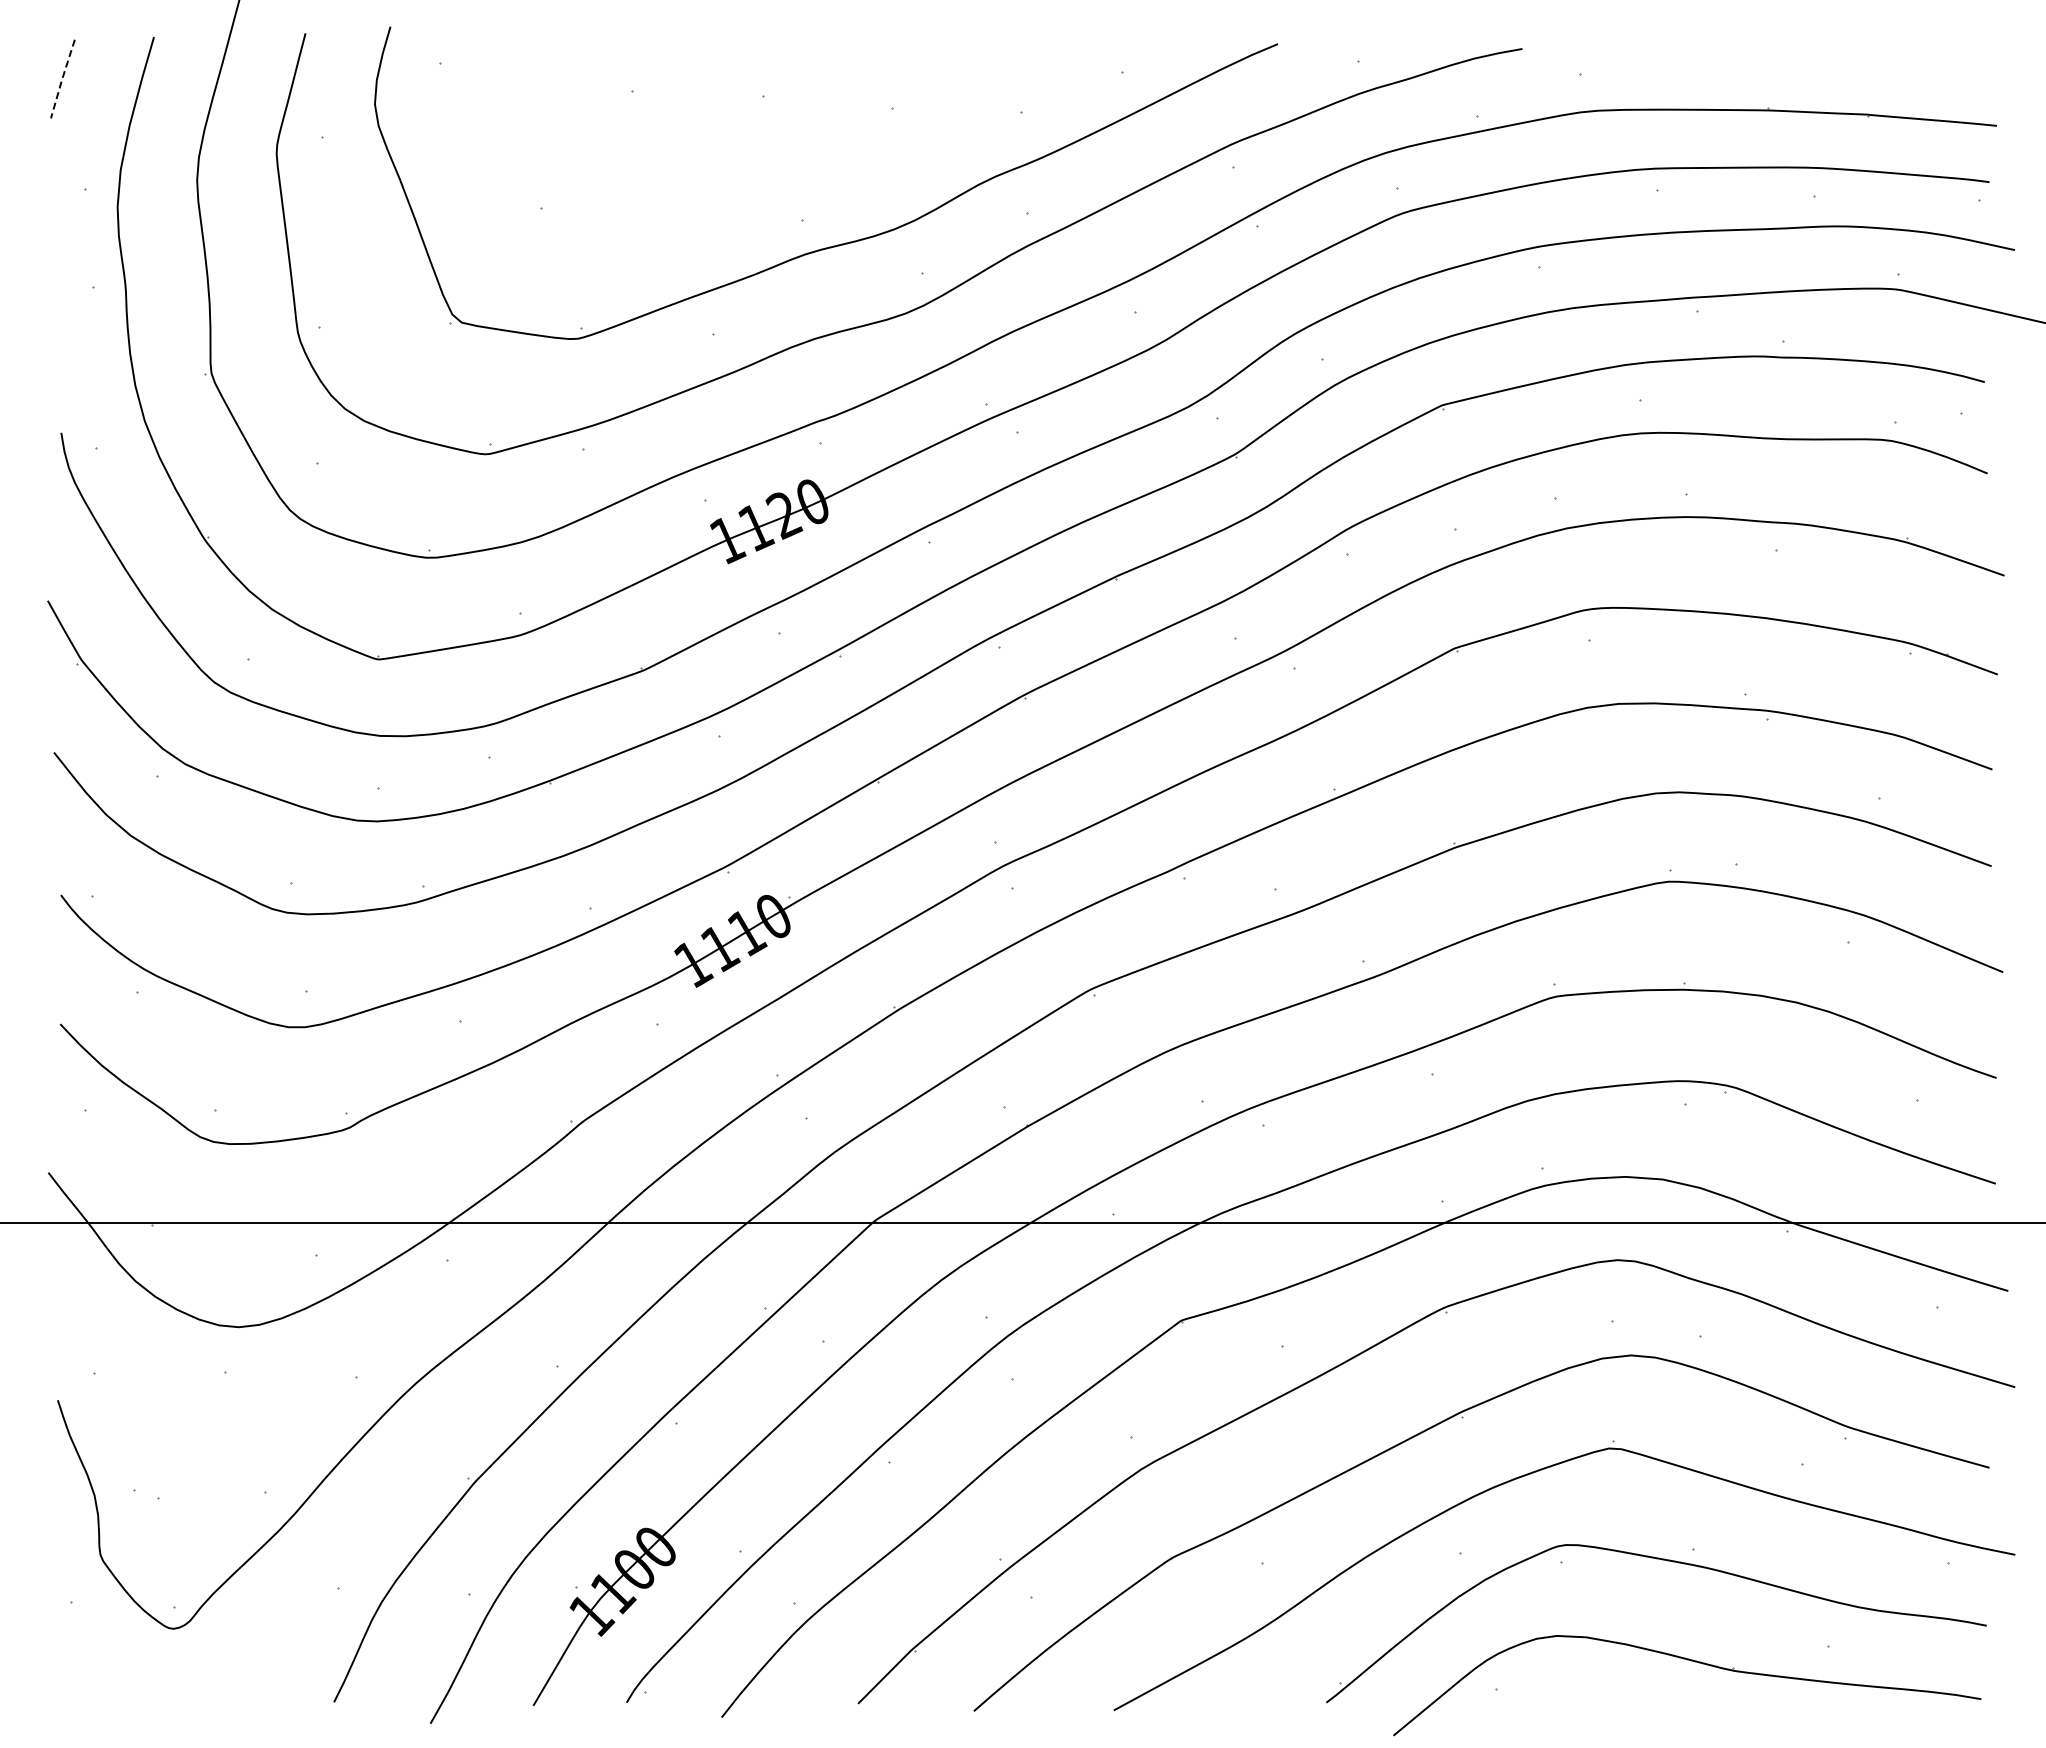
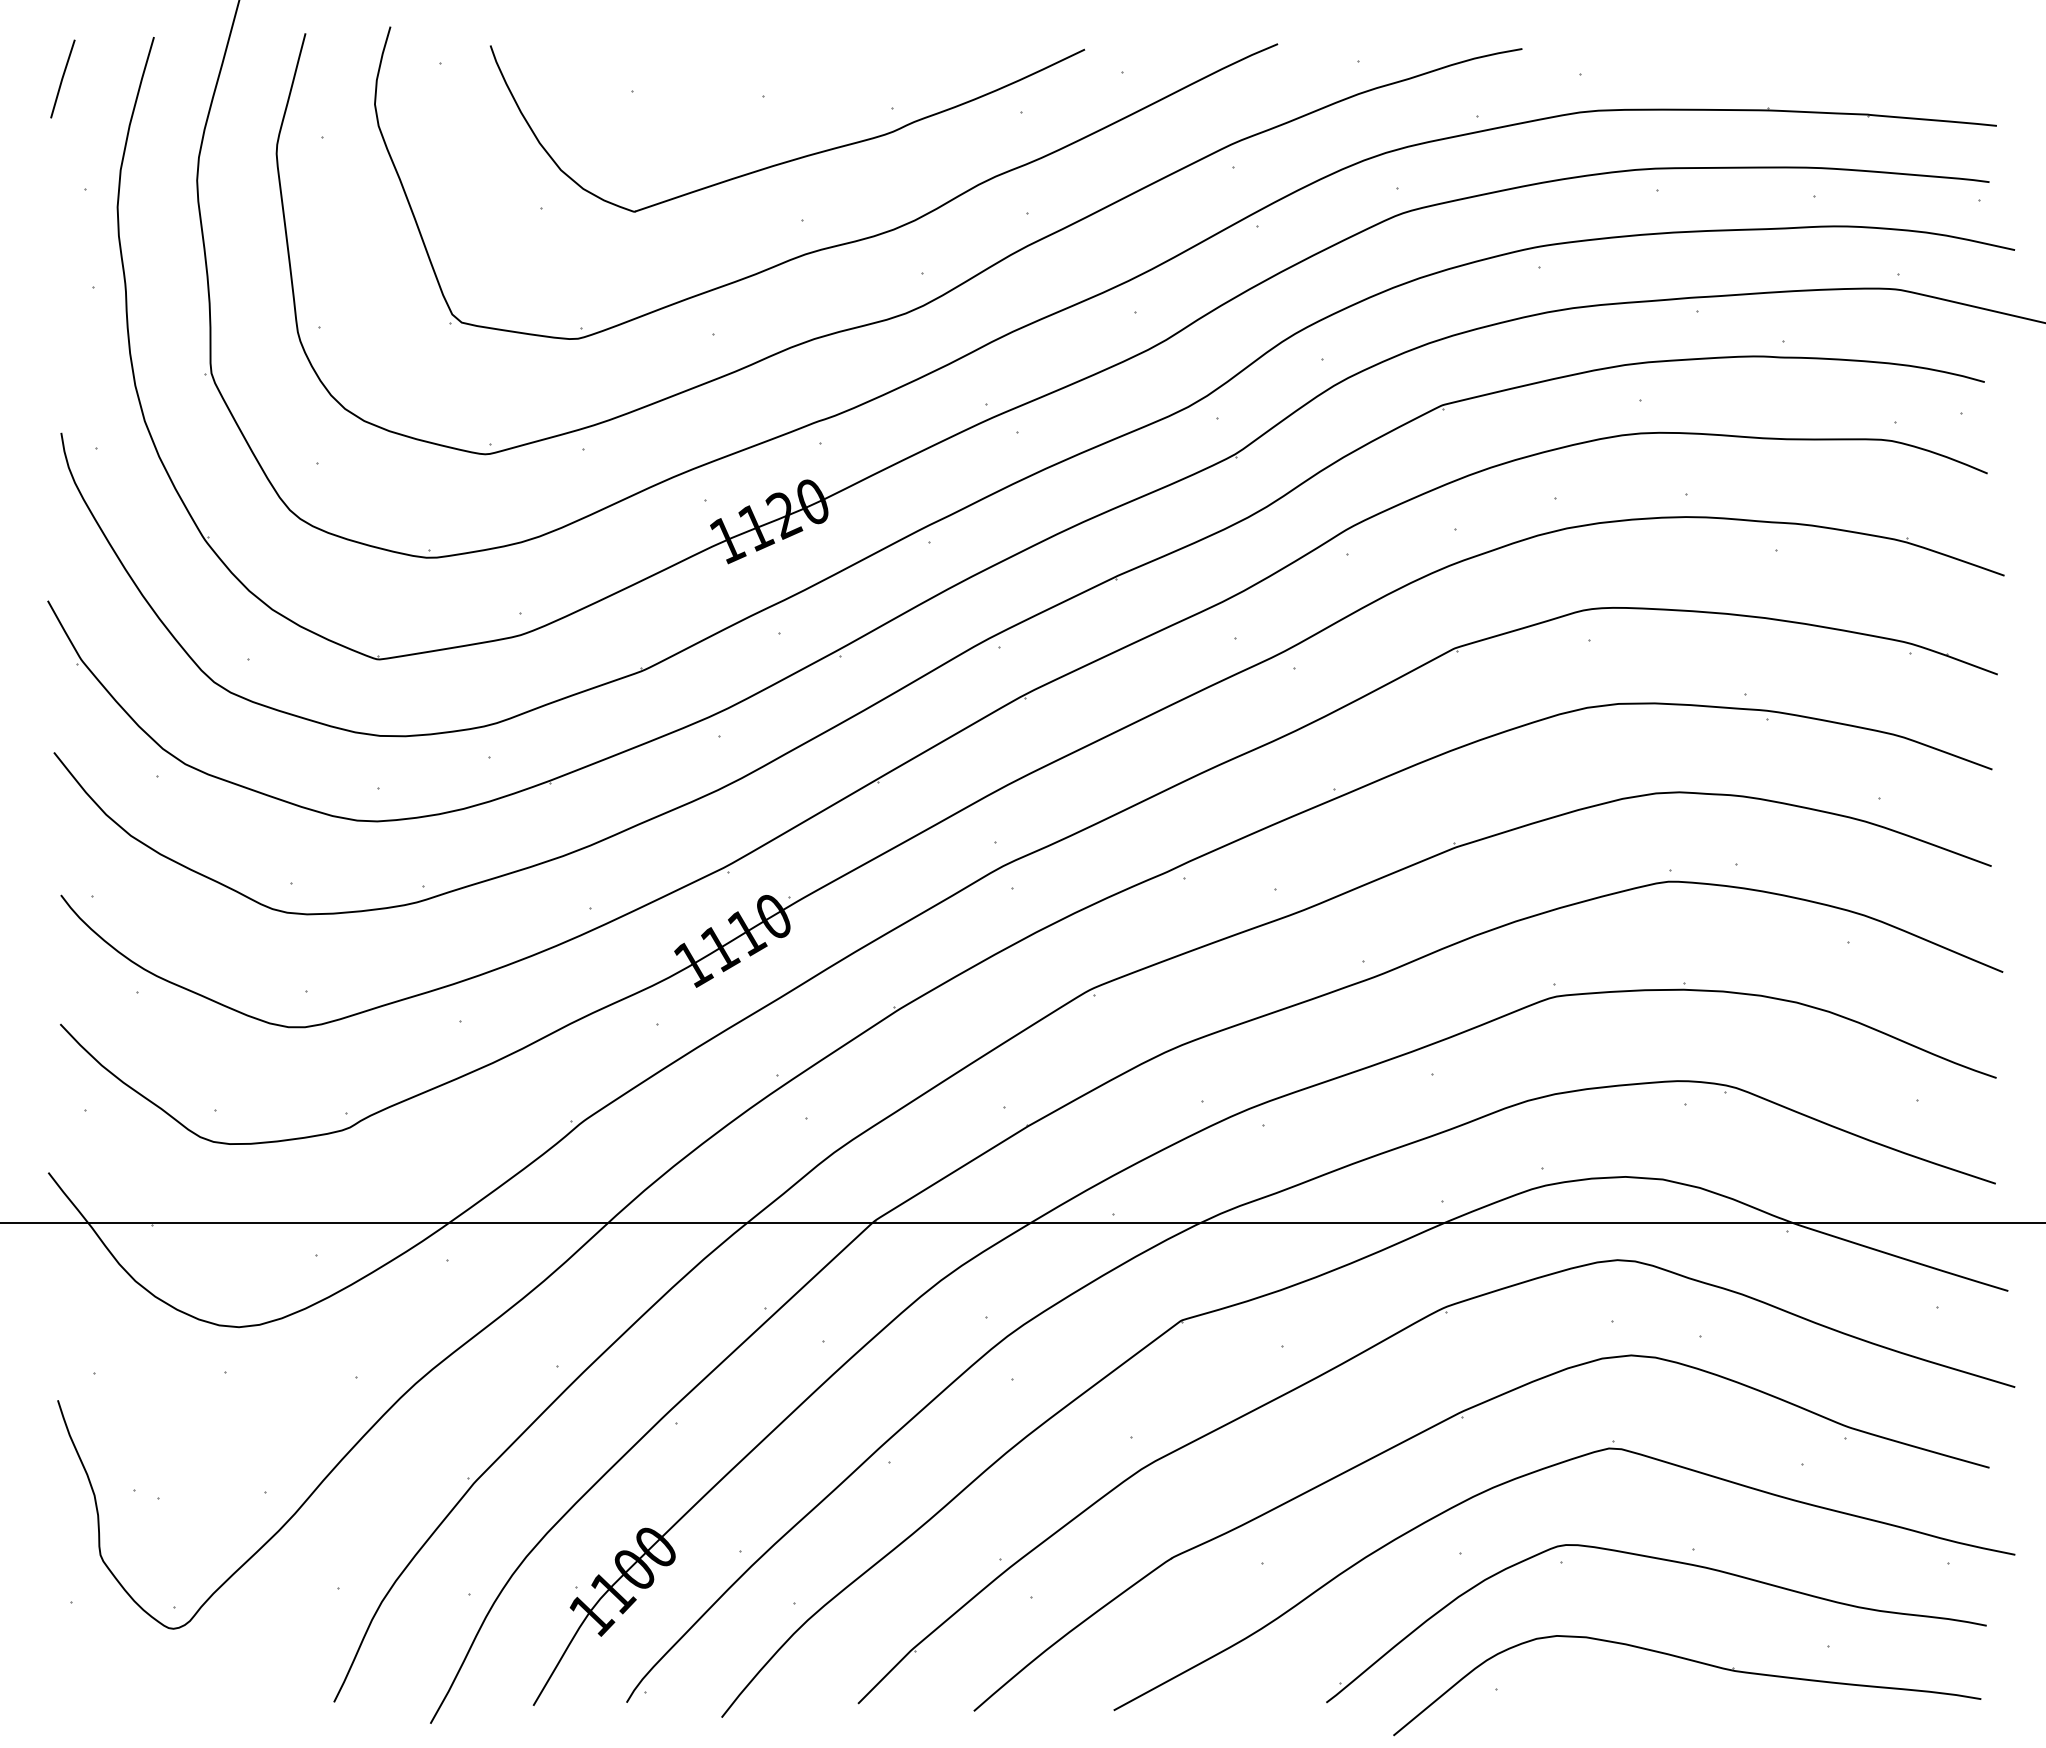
line at (62, 79): dashed -> solid
part at (797, 157): none -> present
